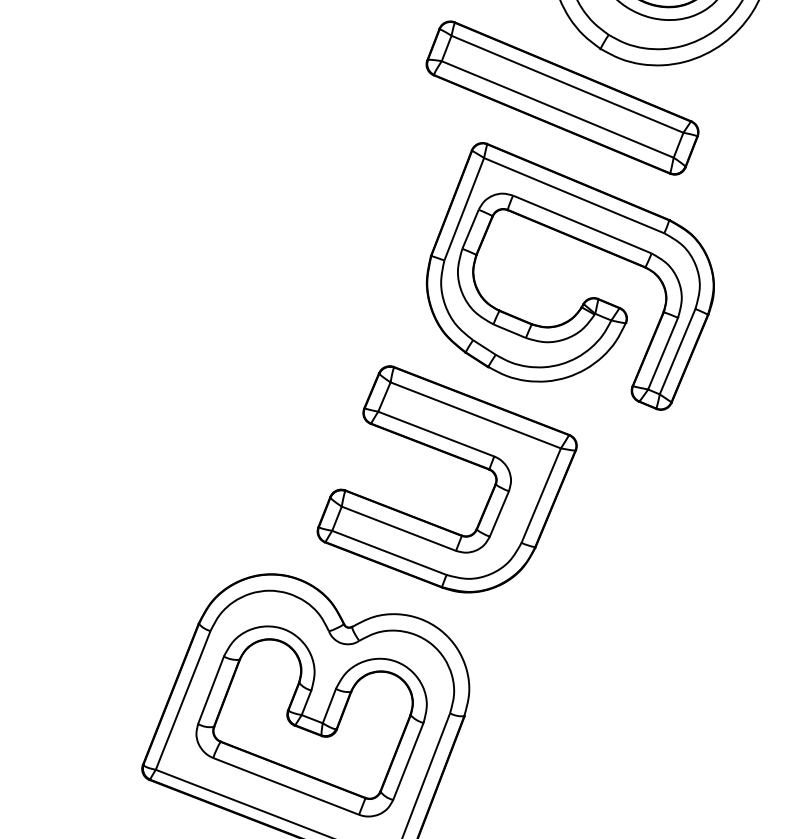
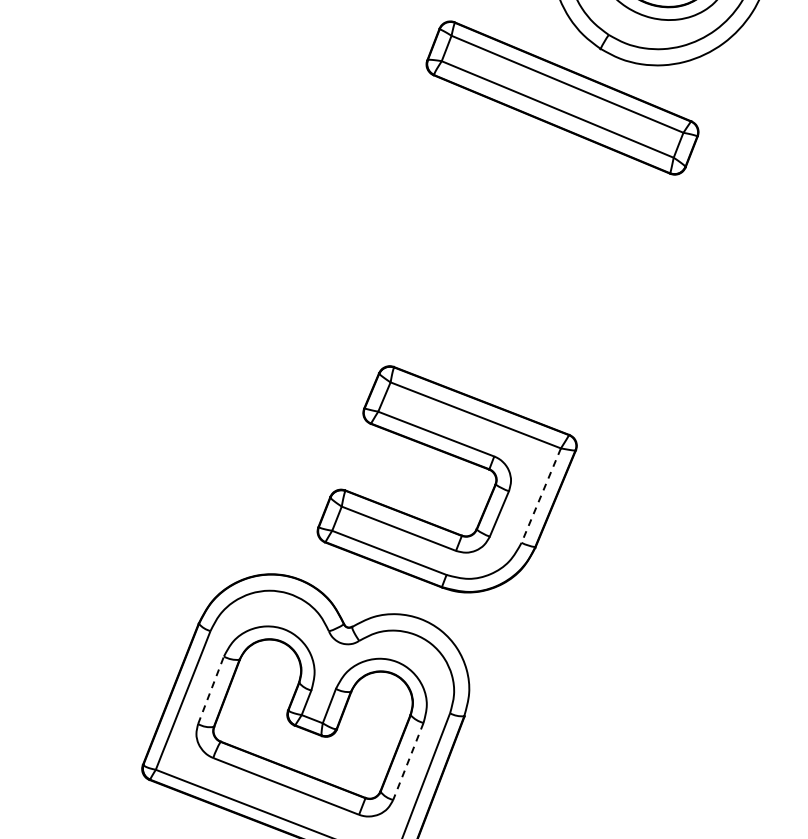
part at (587, 298): present -> none
line at (541, 496): solid -> dashed
line at (211, 689): solid -> dashed
line at (408, 761): solid -> dashed
